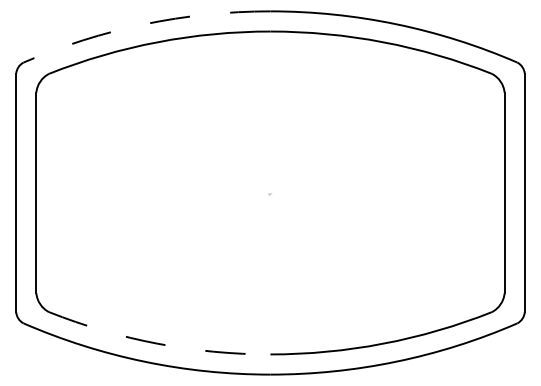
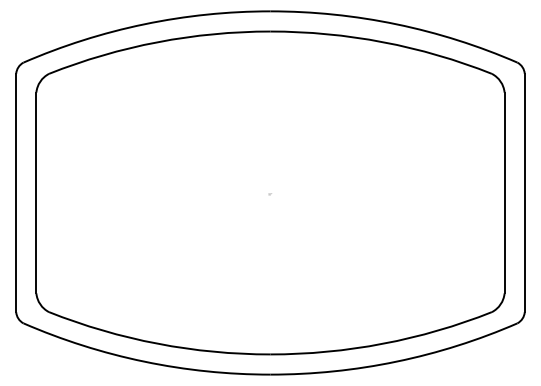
arc at (144, 24): dashed -> solid
arc at (157, 343): dashed -> solid
